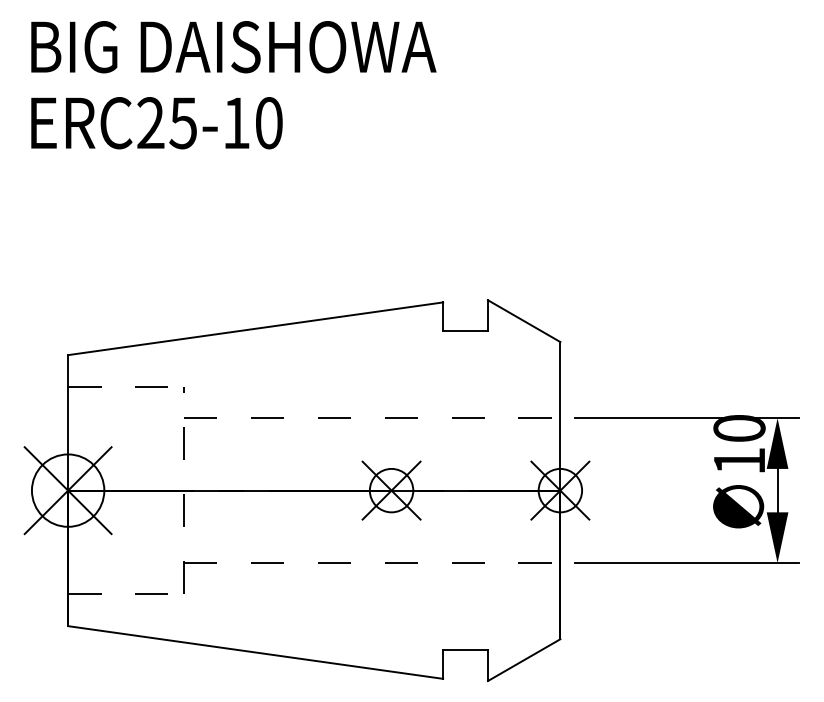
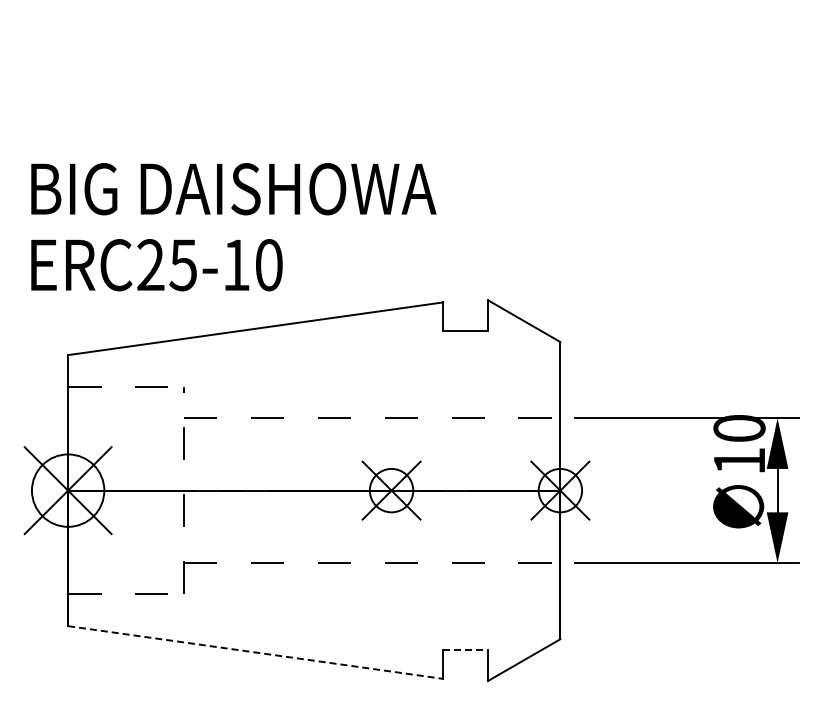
text at (233, 85) position: (233, 85) -> (233, 227)
line at (466, 649): solid -> dashed
line at (256, 652): solid -> dashed
